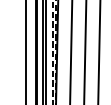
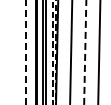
line at (85, 52): solid -> dashed
line at (26, 53): solid -> dashed
